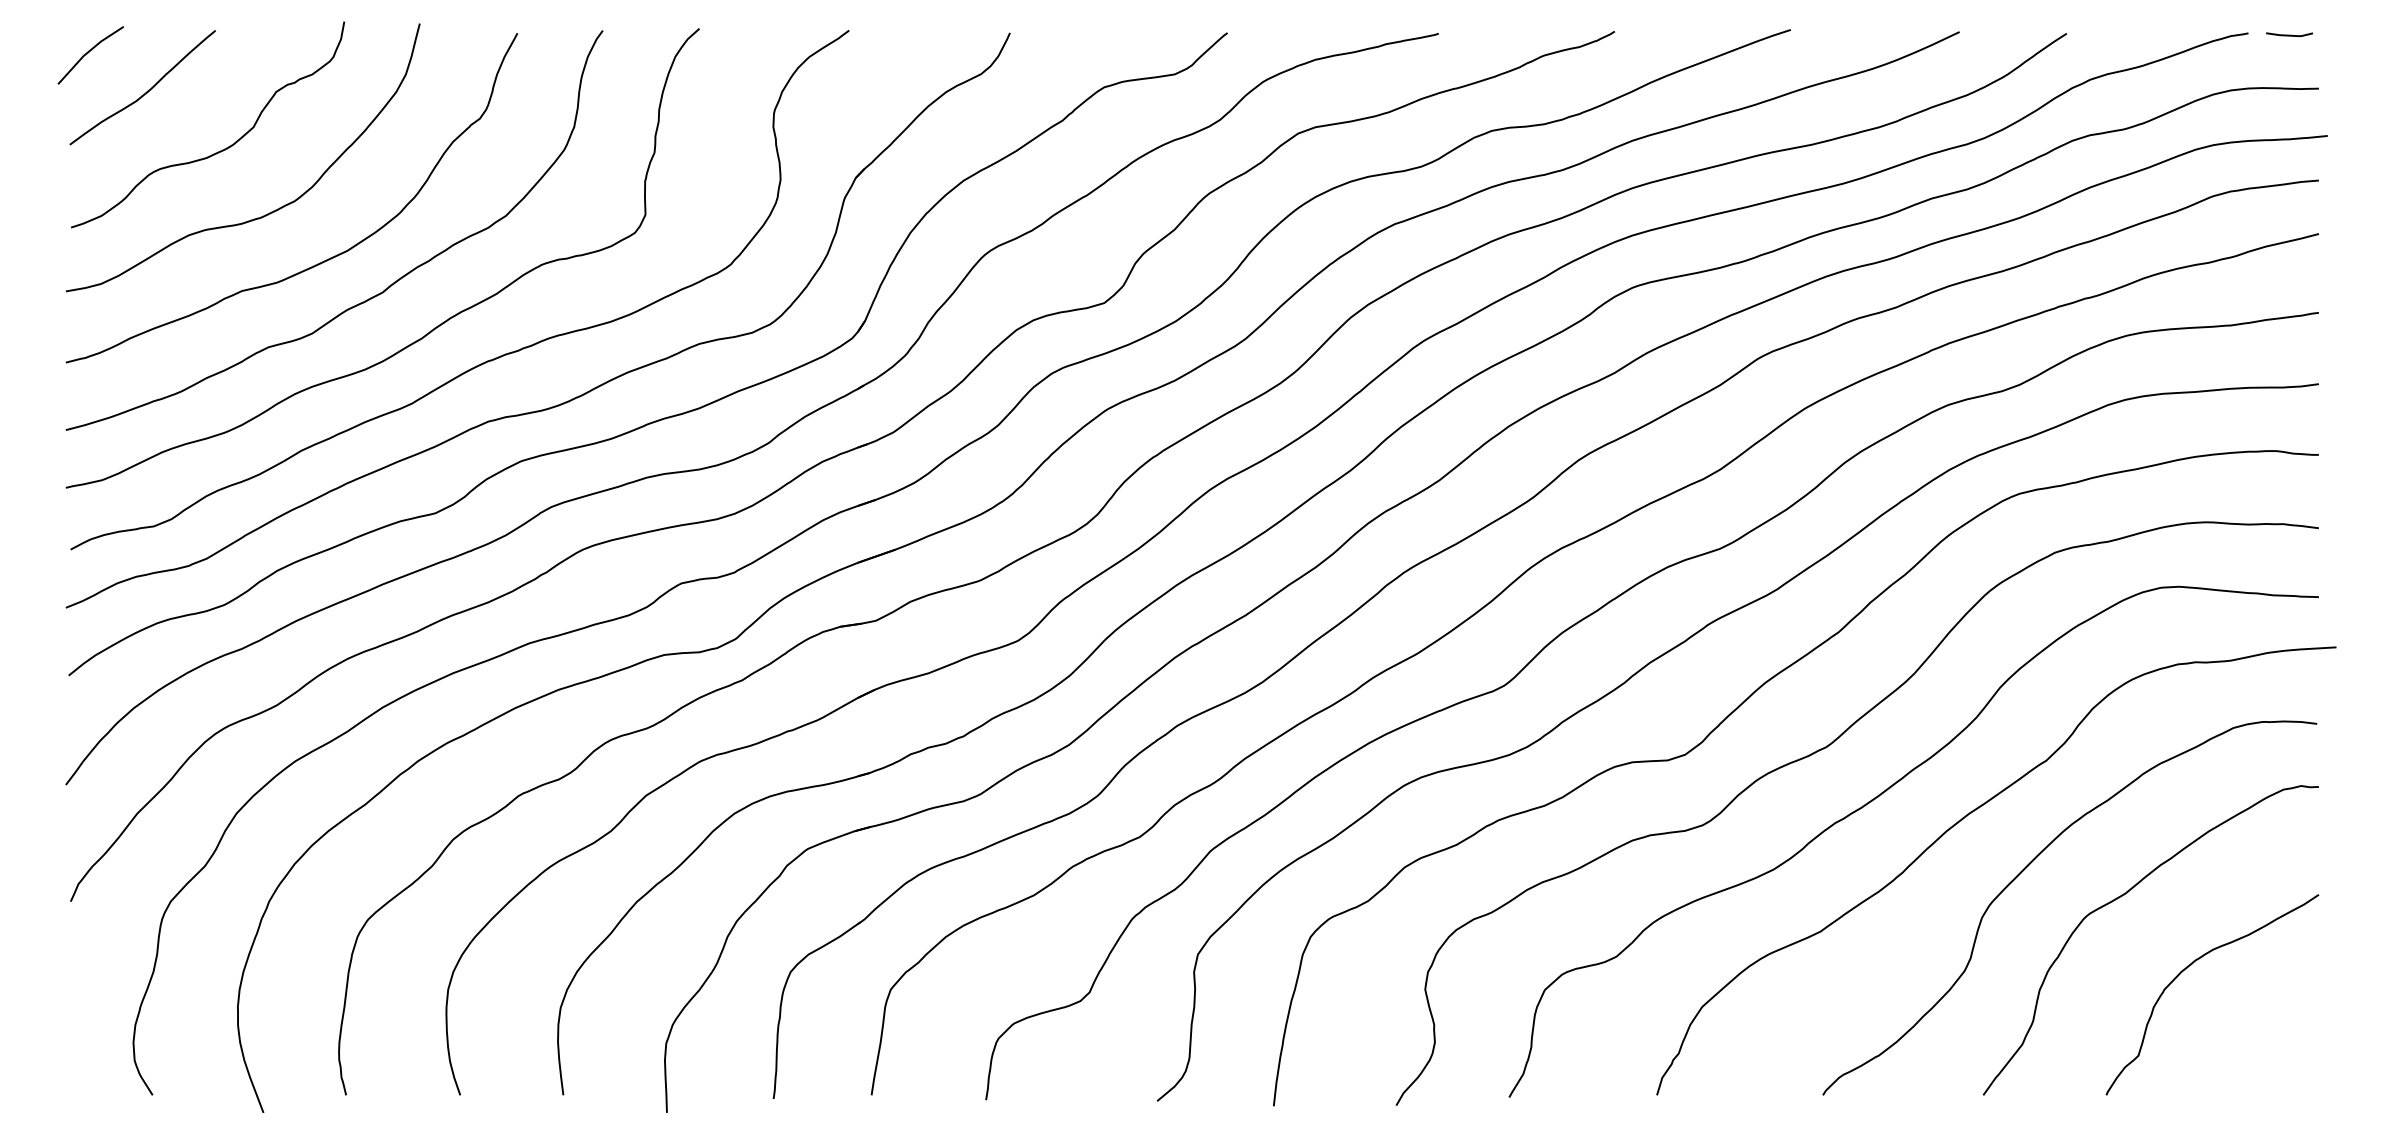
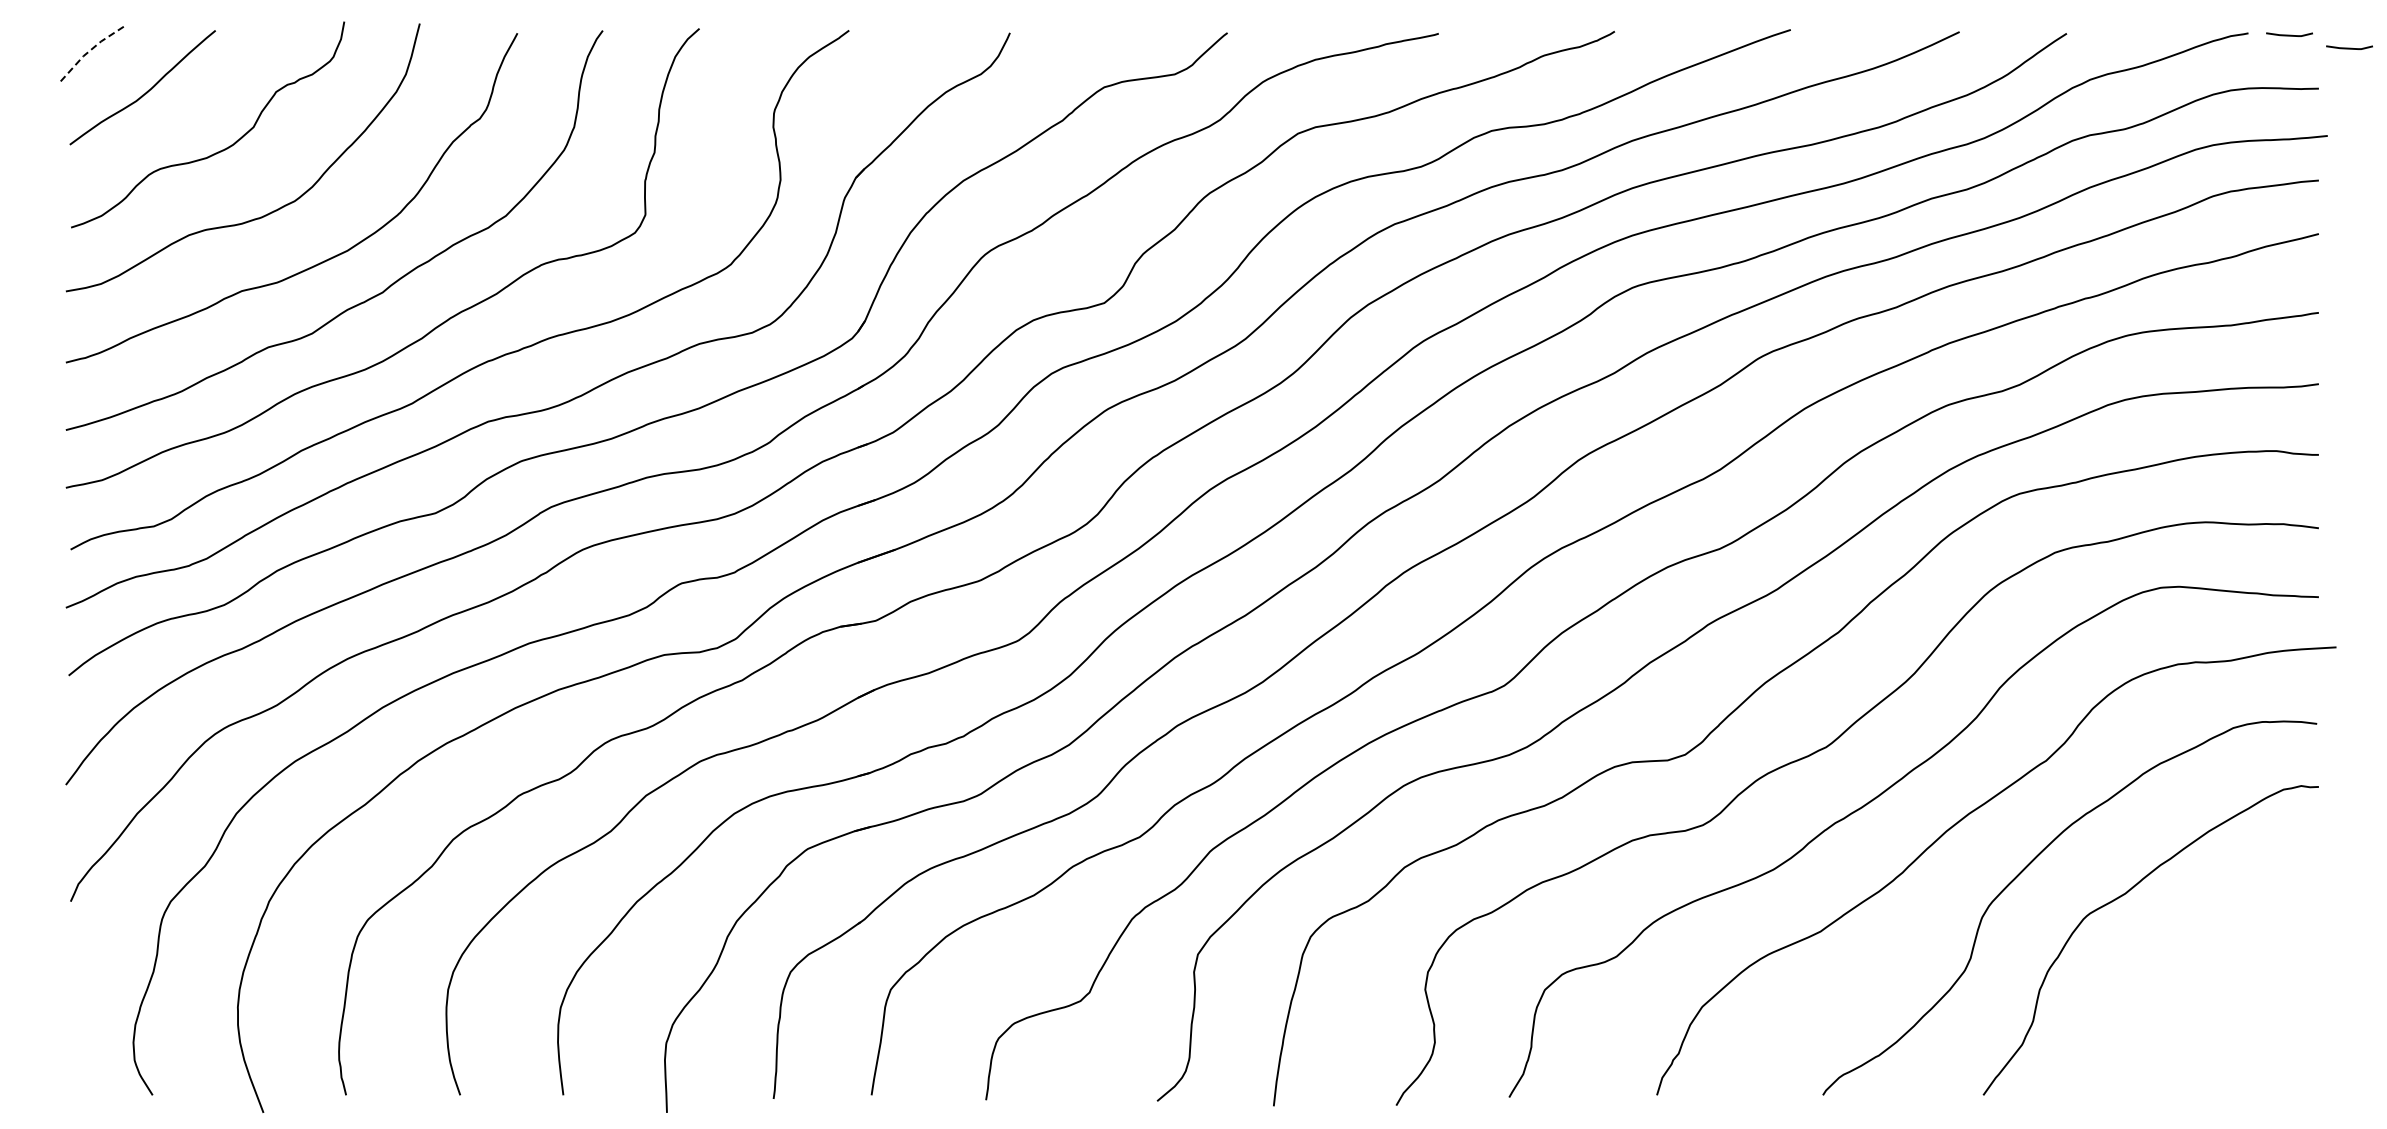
line at (2349, 47): none -> present
line at (88, 52): solid -> dashed
curve at (2191, 965): present -> none
